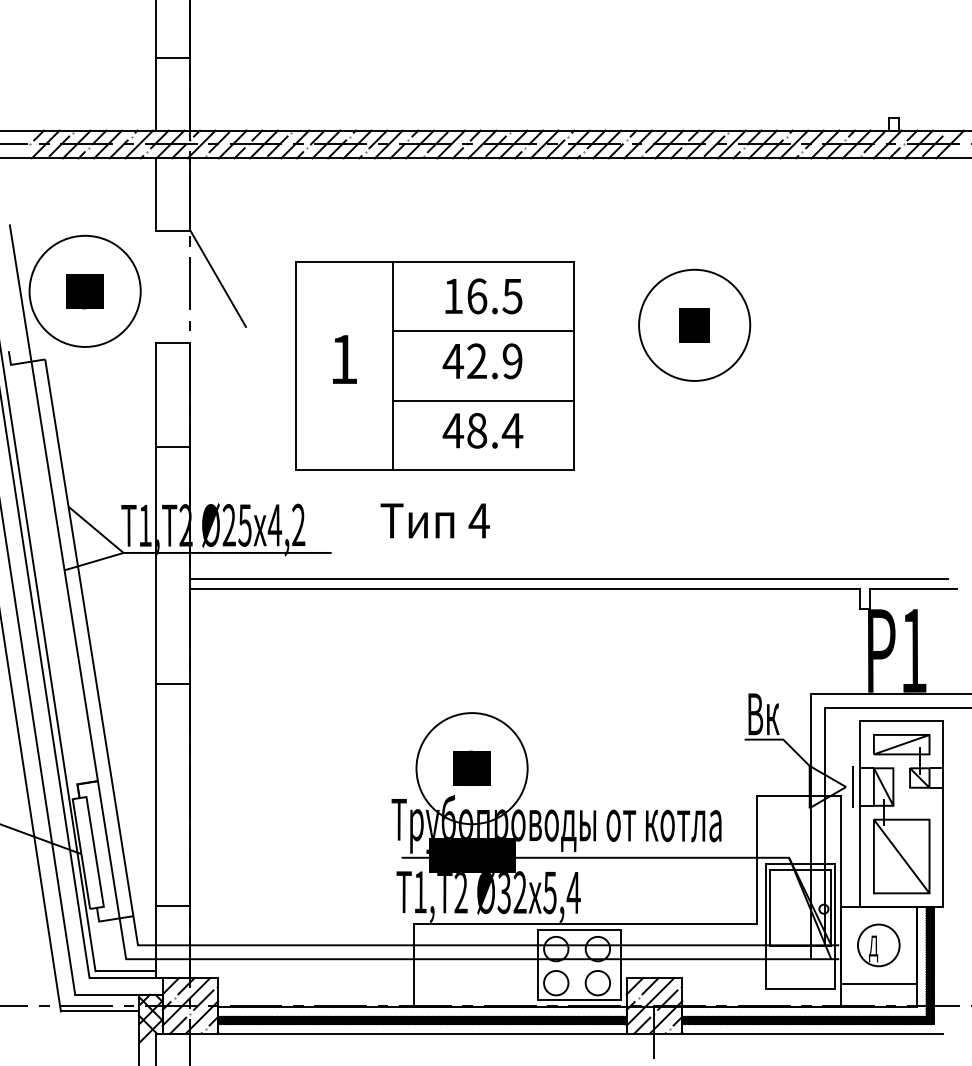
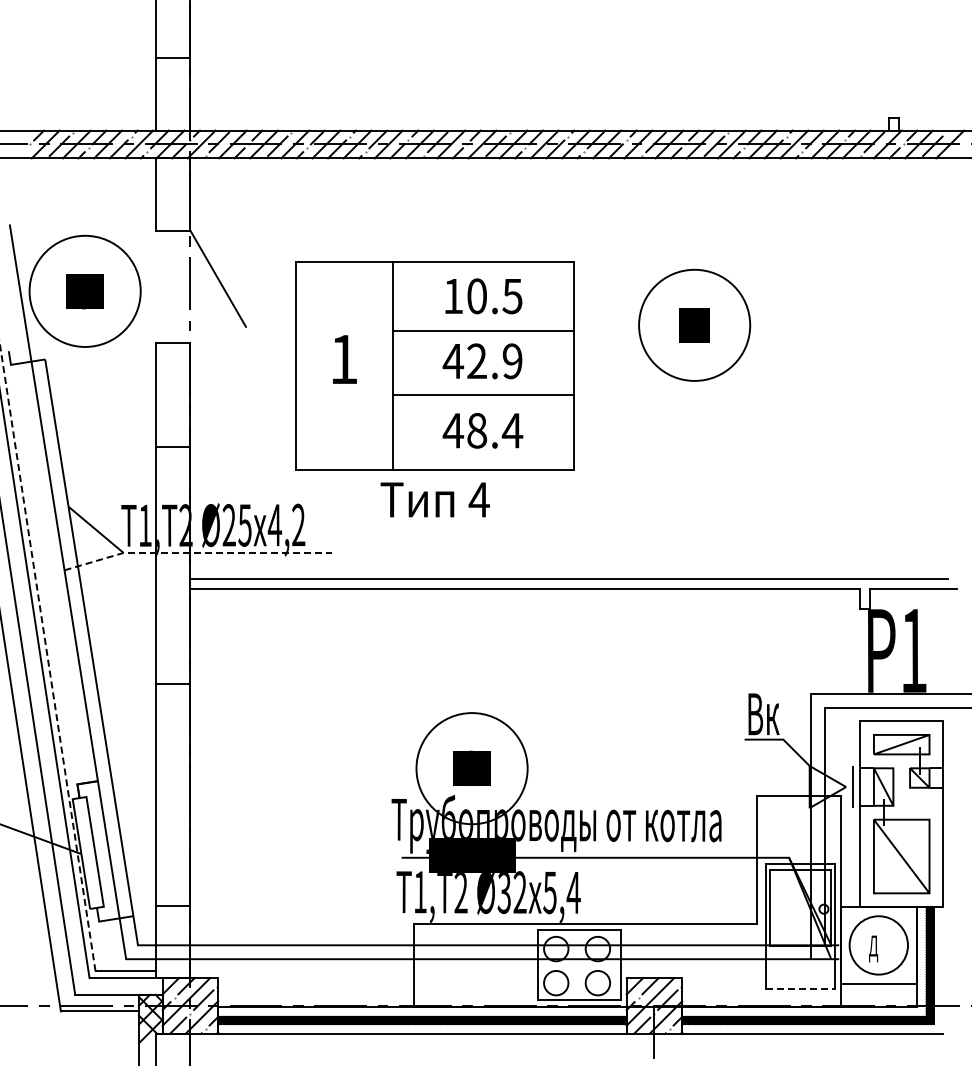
text at (477, 296): 16.5 -> 10.5
line at (482, 400) position: (482, 400) -> (482, 394)
text at (434, 520) position: (434, 520) -> (434, 499)
line at (196, 552): solid -> dashed
line at (47, 657): solid -> dashed
circle at (878, 945) diameter: 42 px -> 58 px
line at (800, 989): solid -> dashed
